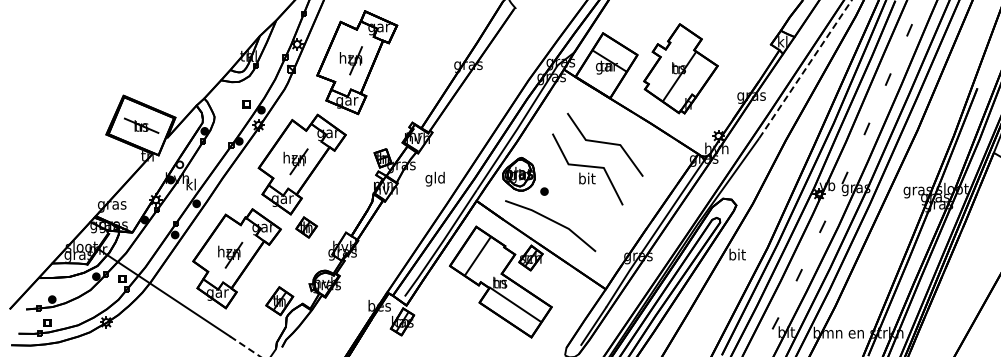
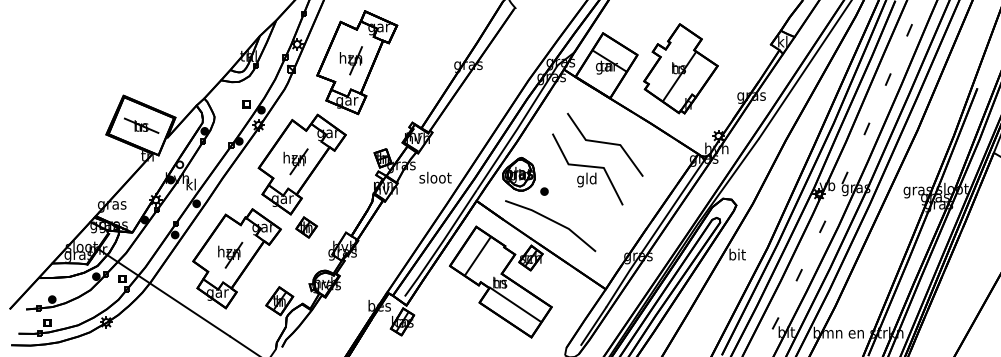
line at (805, 69): dashed -> solid
text at (435, 178): gld -> sloot
text at (586, 179): bit -> gld
line at (245, 347): dashed -> solid
